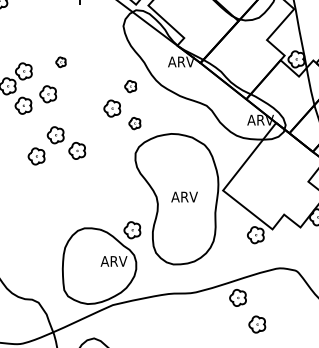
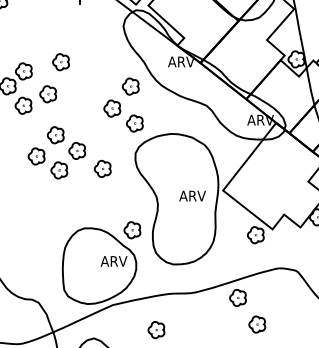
part at (60, 62) size: 12x13 px -> 18x19 px
part at (130, 86) size: 14x14 px -> 19x19 px
part at (134, 123) size: 14x14 px -> 18x19 px
part at (102, 168): none -> present
part at (59, 170): none -> present
text at (184, 196) position: (184, 196) -> (192, 195)
part at (156, 330): none -> present
